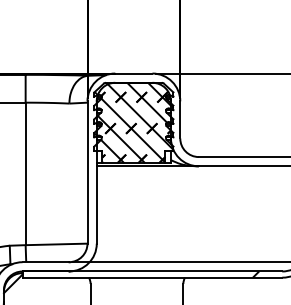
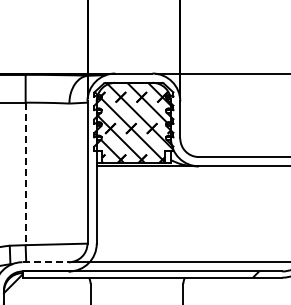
line at (25, 174): solid -> dashed
line at (46, 262): solid -> dashed
